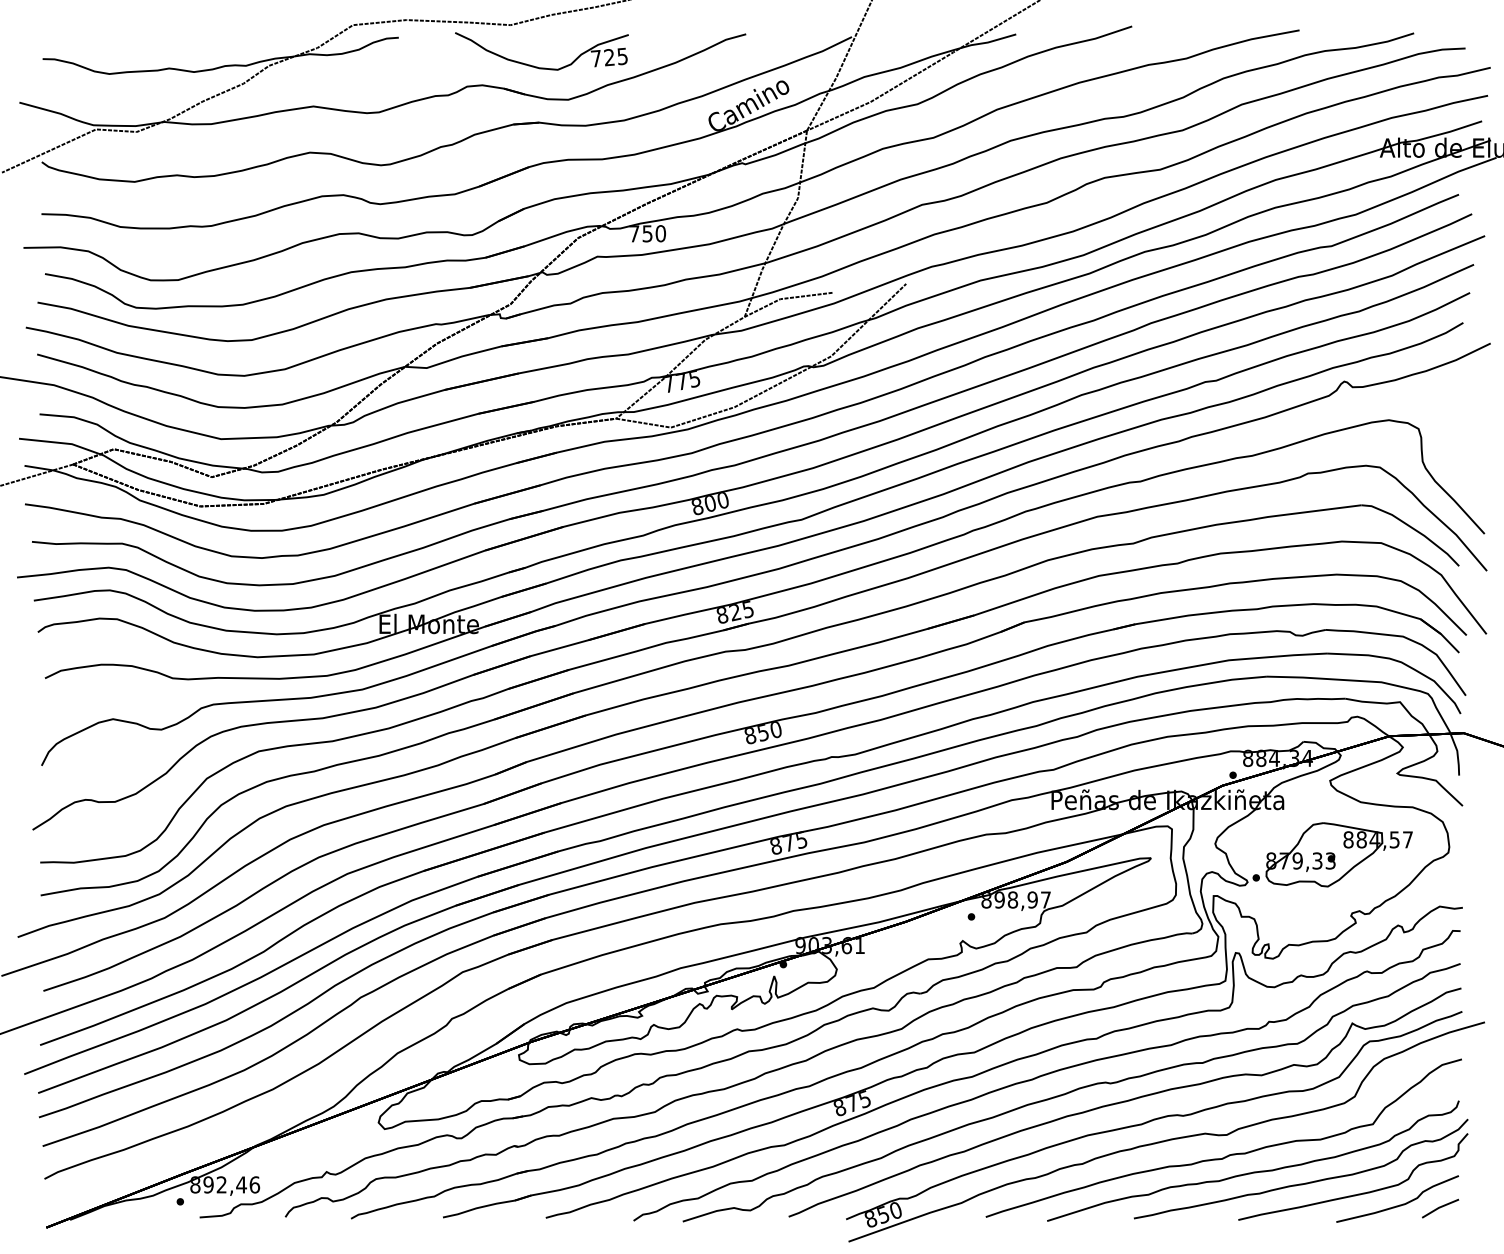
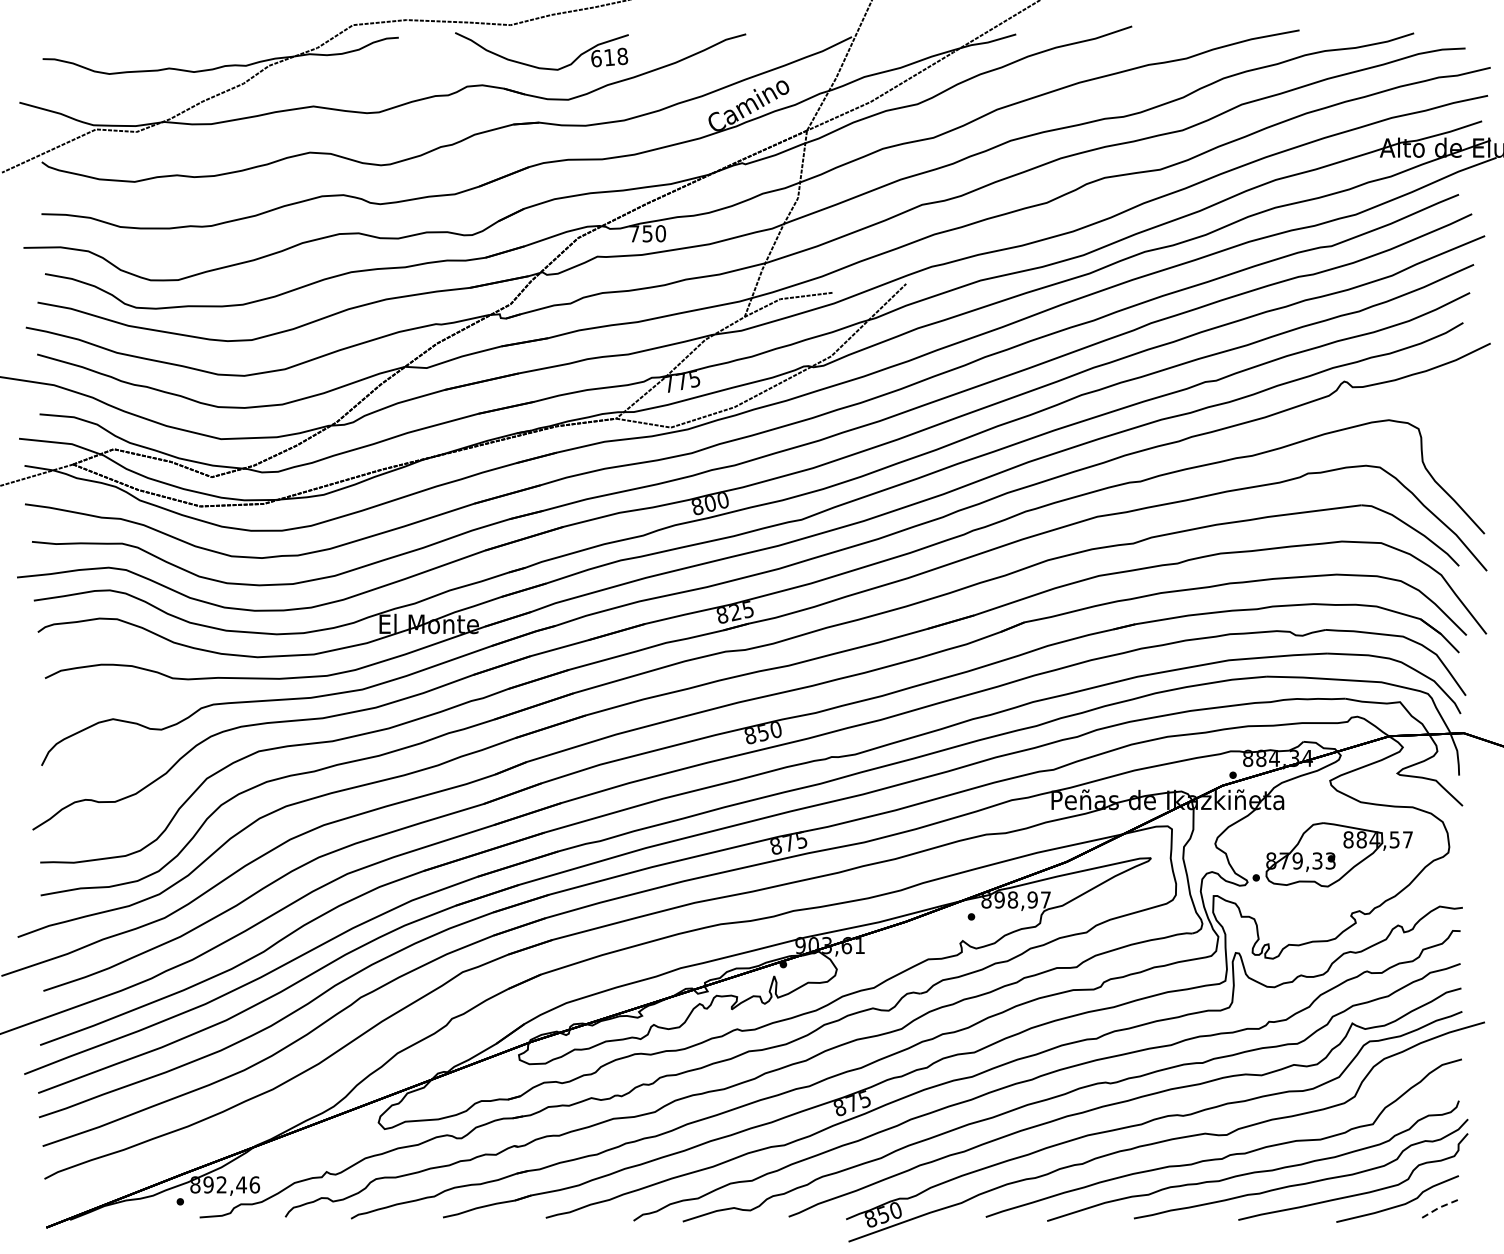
text at (609, 57): 725 -> 618
line at (1439, 1207): solid -> dashed
